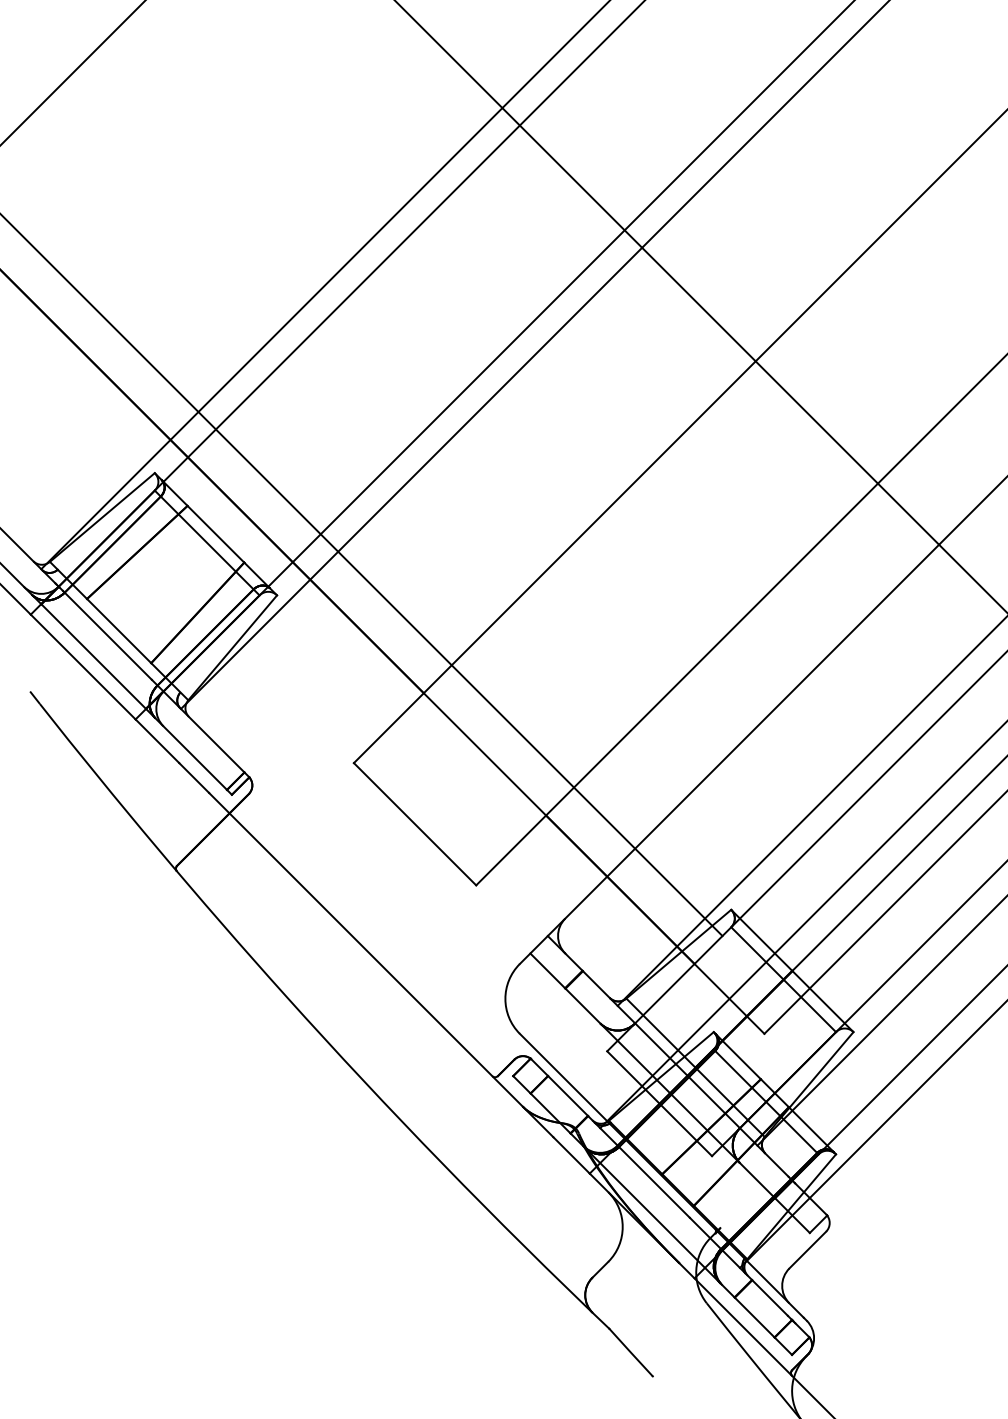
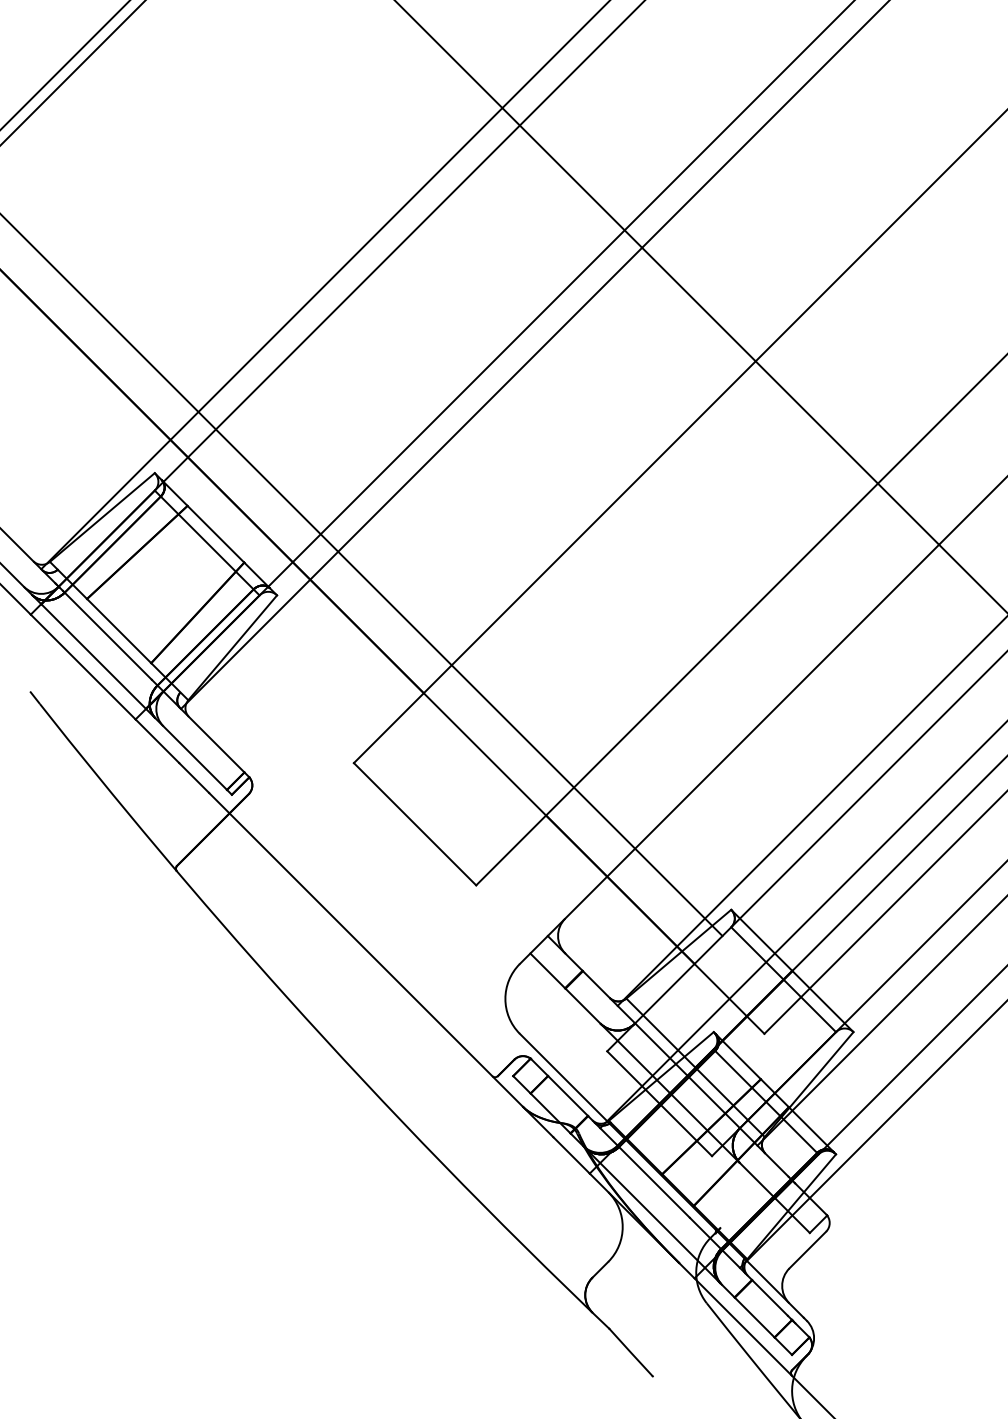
line at (65, 65): none -> present
